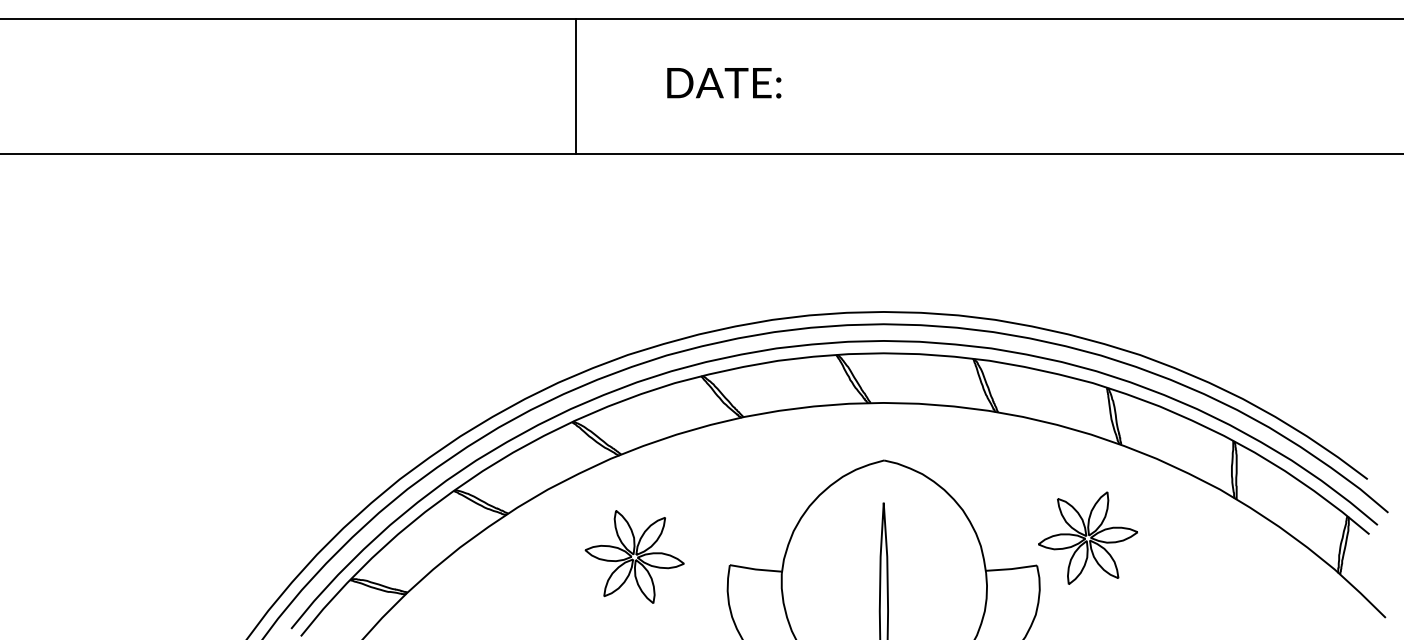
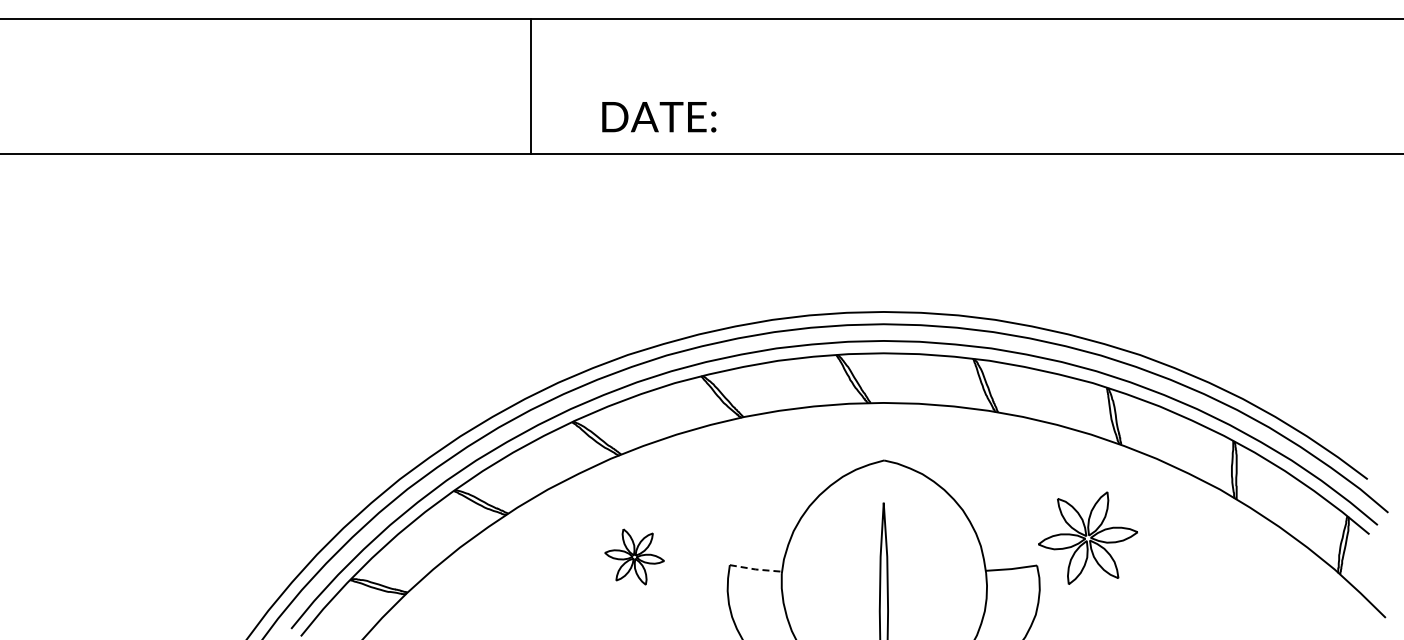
text at (724, 83) position: (724, 83) -> (659, 117)
line at (575, 86) position: (575, 86) -> (530, 86)
part at (634, 556) size: 101x94 px -> 61x58 px
line at (755, 569): solid -> dashed
